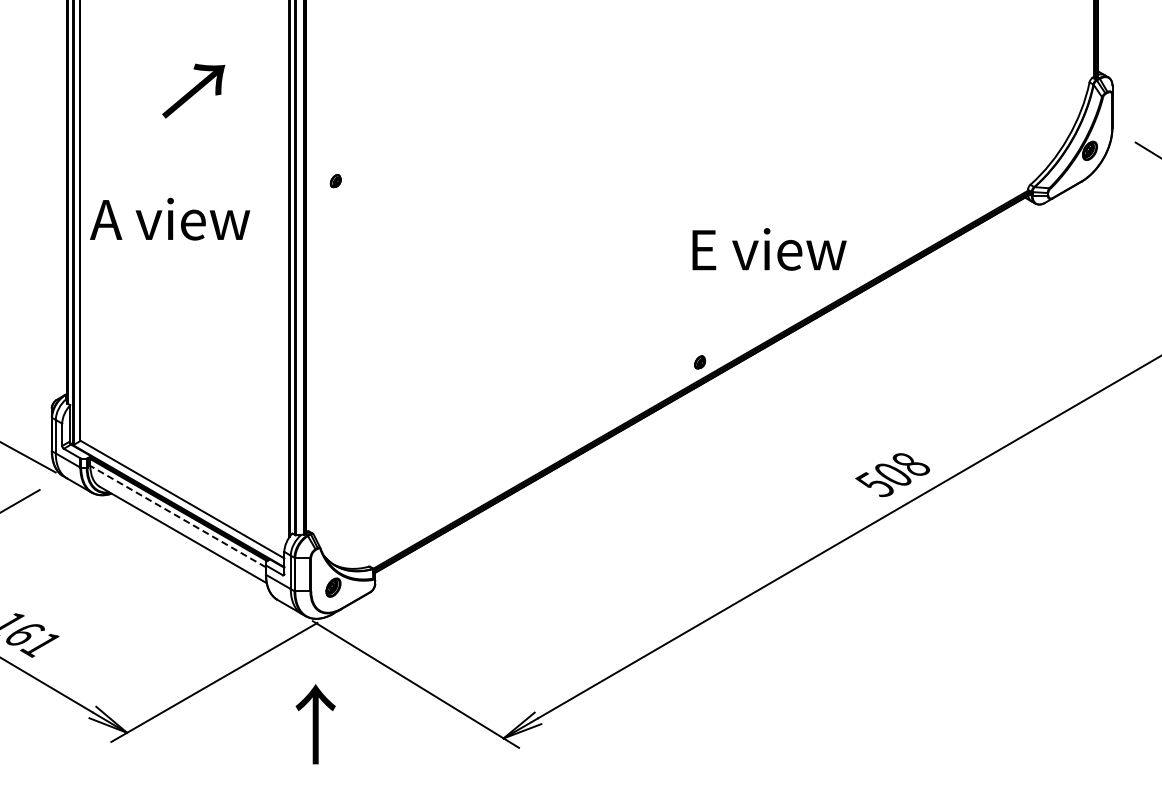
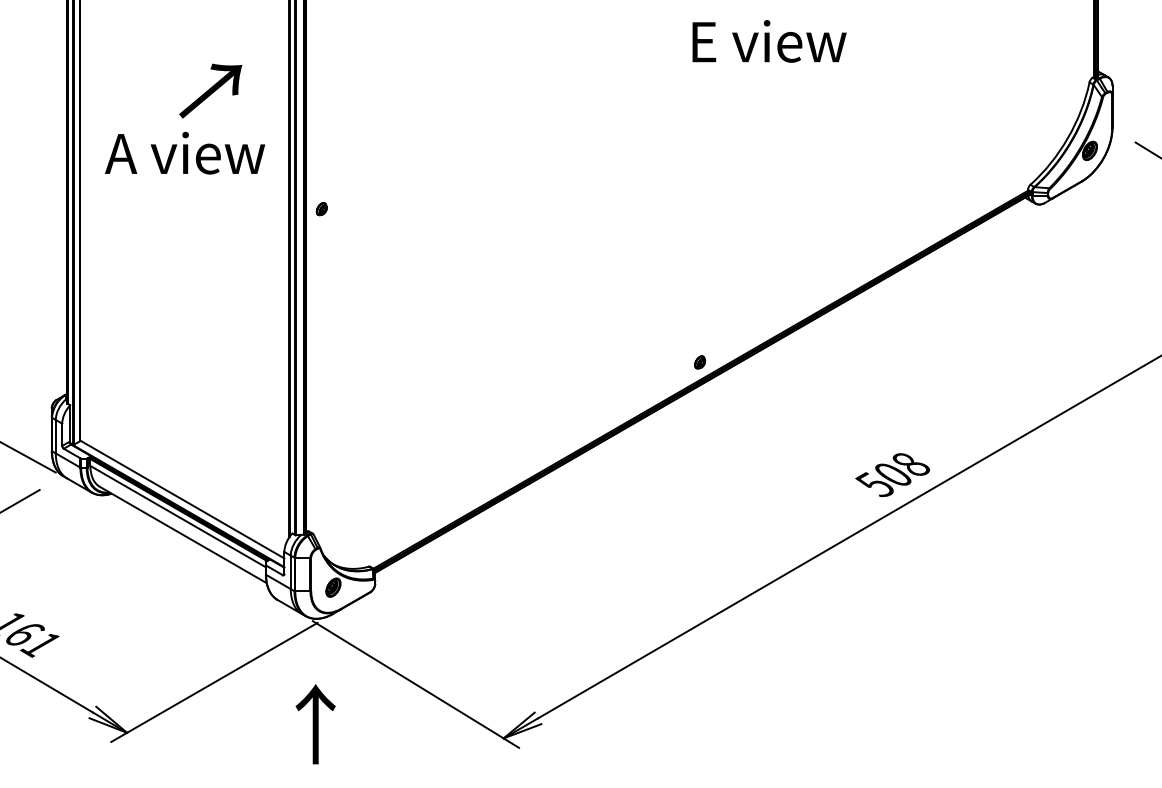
text at (193, 90) position: (193, 90) -> (210, 90)
part at (335, 181) position: (335, 181) -> (321, 209)
text at (170, 218) position: (170, 218) -> (185, 152)
text at (769, 249) position: (769, 249) -> (769, 41)
line at (177, 516): dashed -> solid
